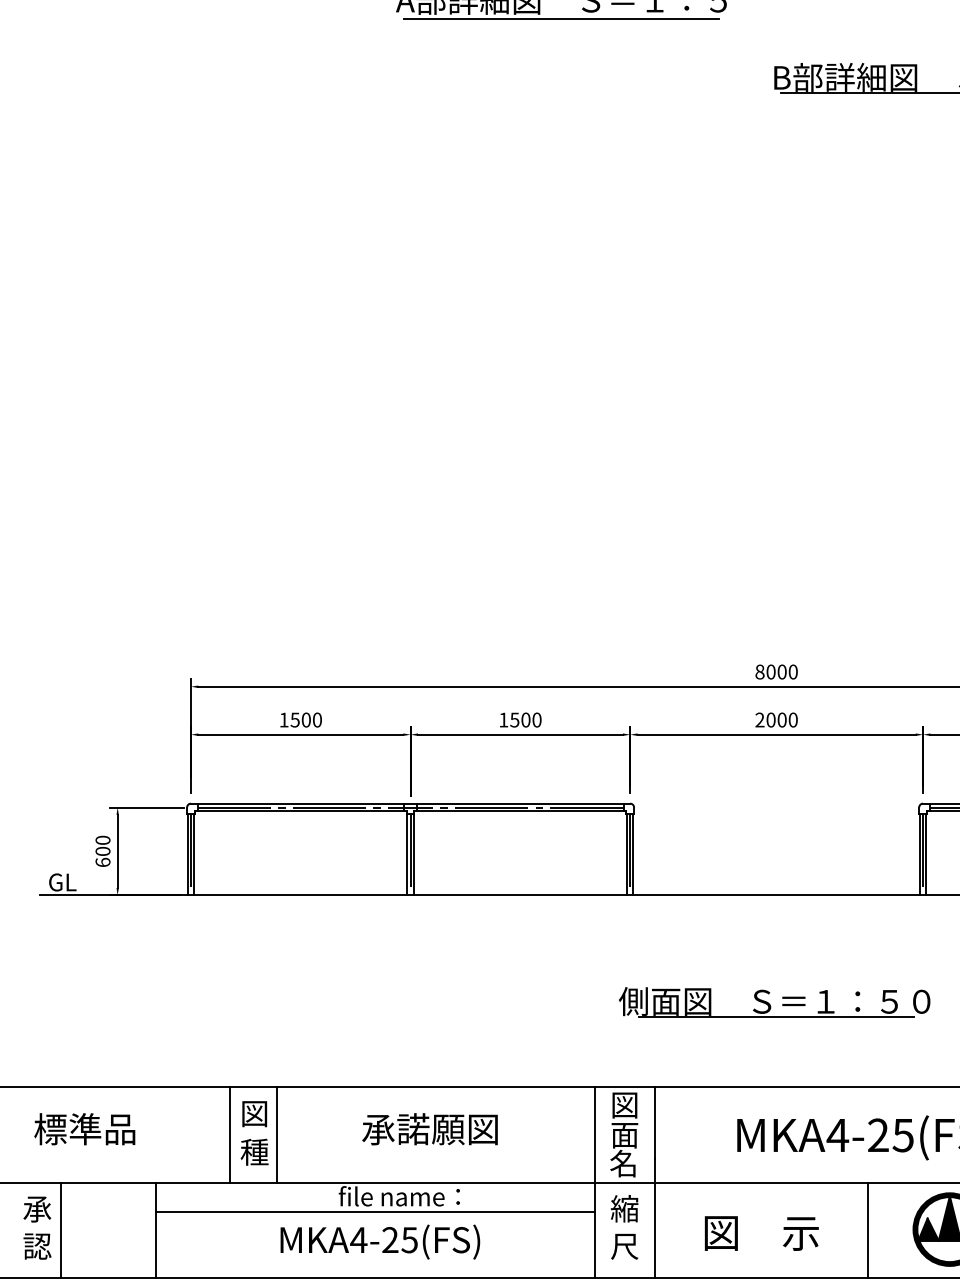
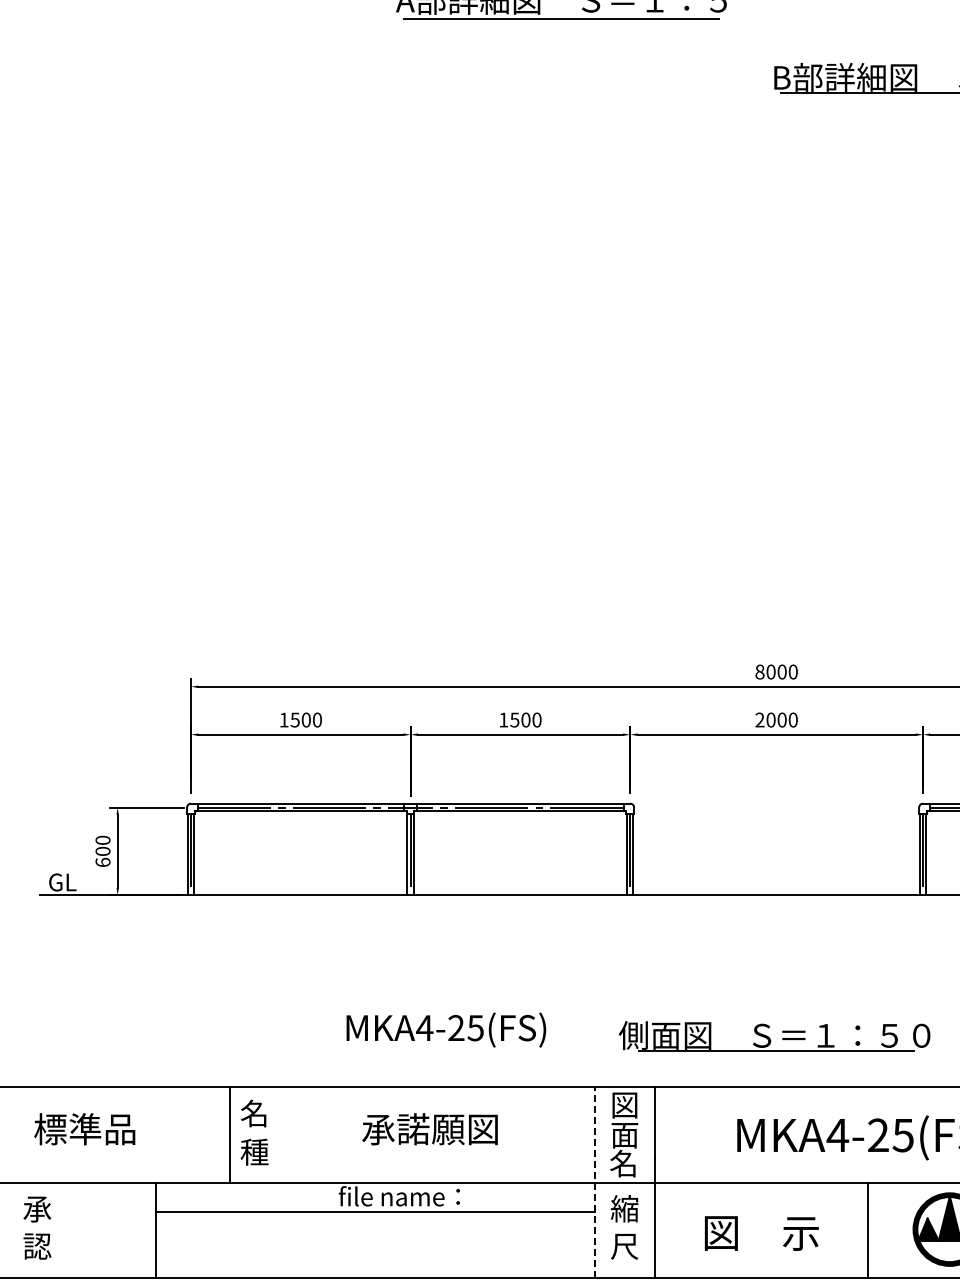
part at (774, 1002) position: (774, 1002) -> (774, 1036)
text at (254, 1113): 図 -> 名
line at (277, 1134): present -> none
line at (595, 1182): solid -> dashed
line at (60, 1229): present -> none
text at (380, 1241) position: (380, 1241) -> (446, 1029)
